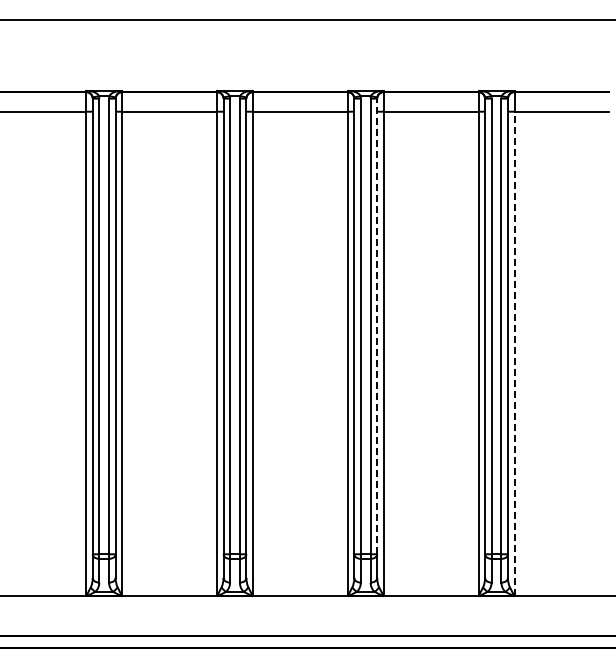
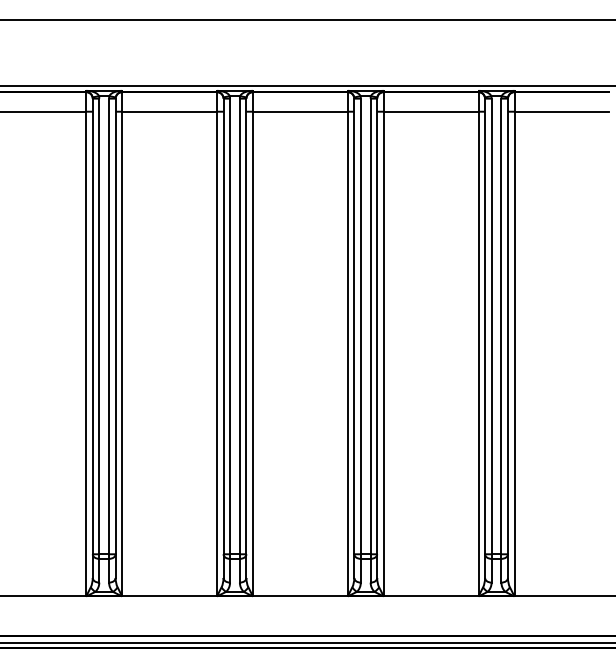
line at (307, 85): none -> present
line at (377, 326): dashed -> solid
line at (514, 353): dashed -> solid
line at (307, 642): none -> present
